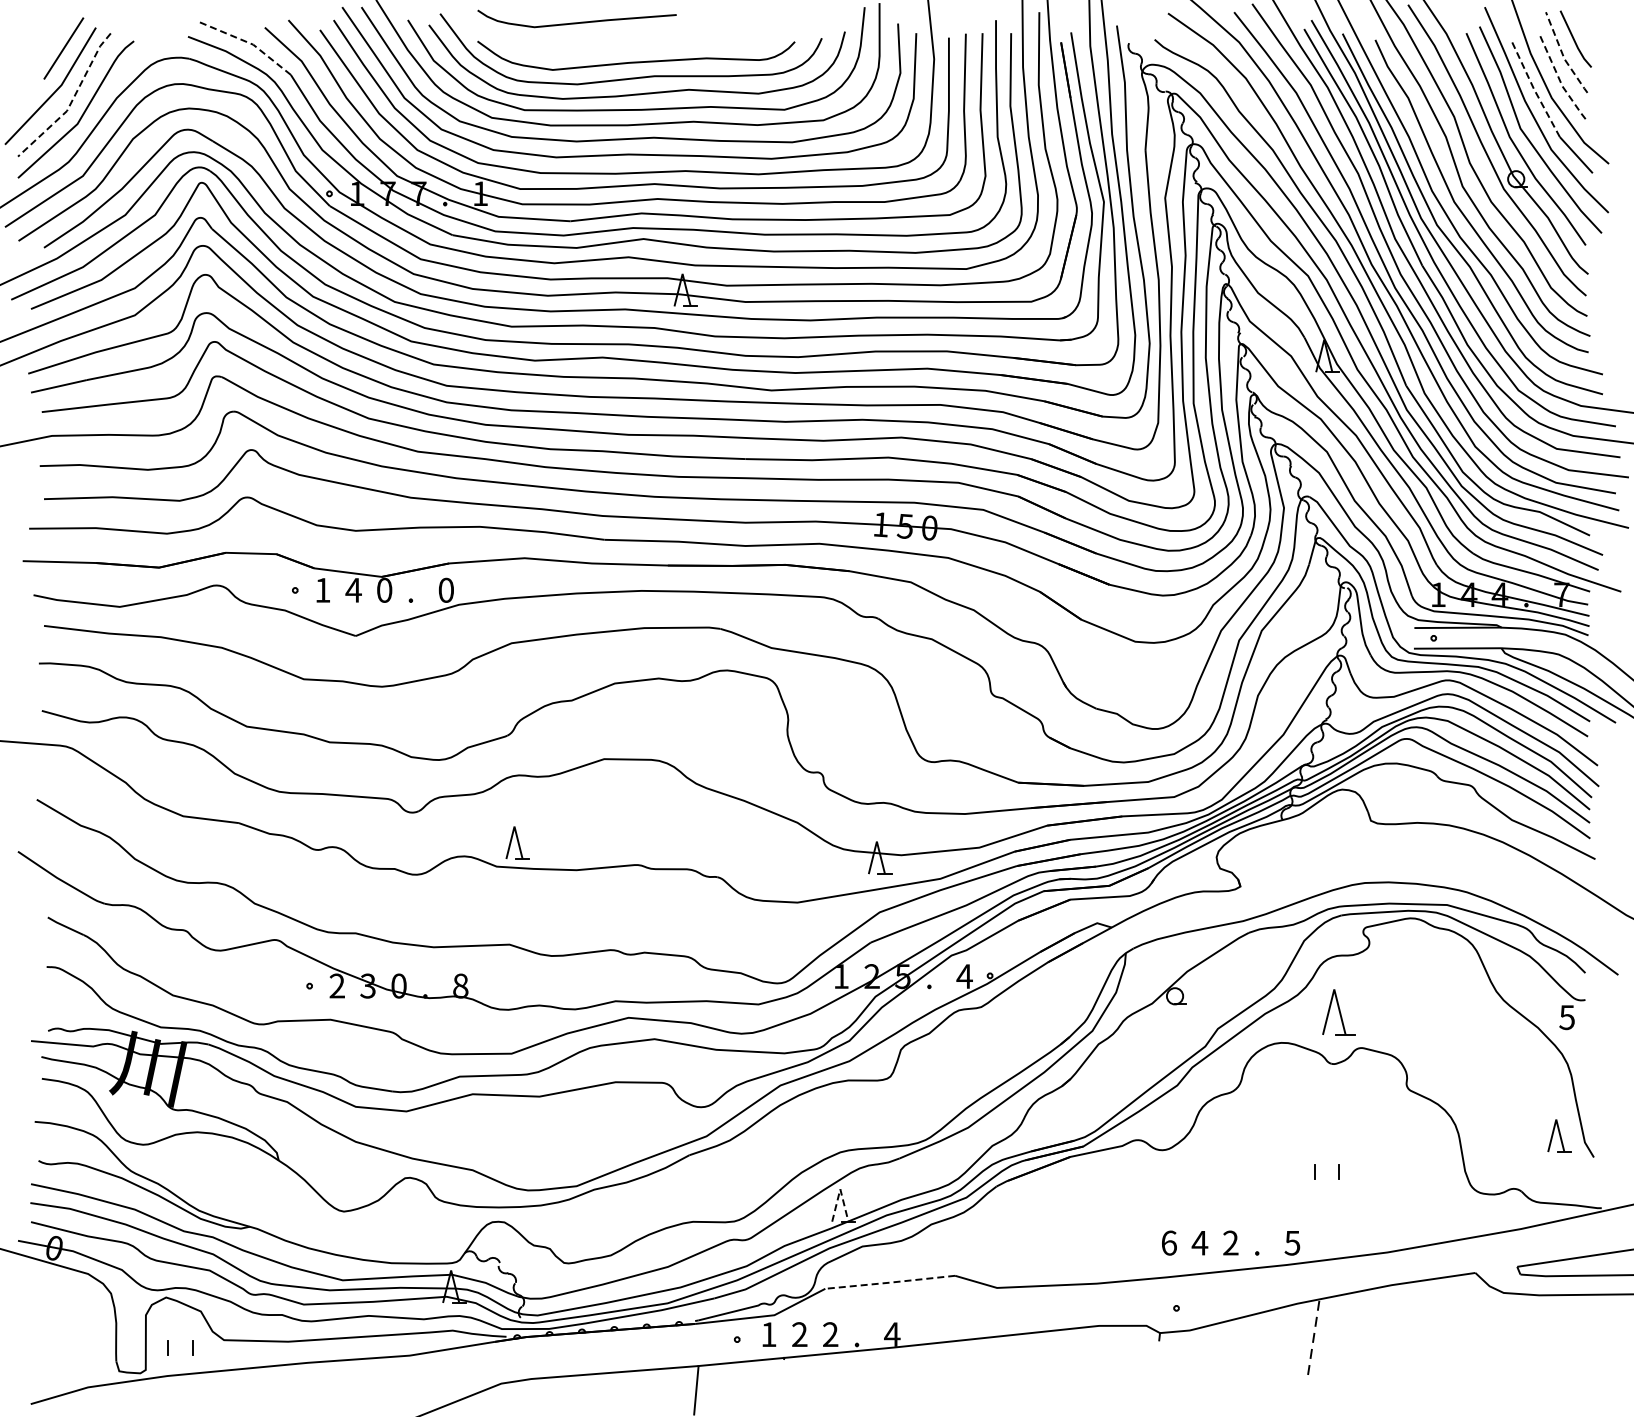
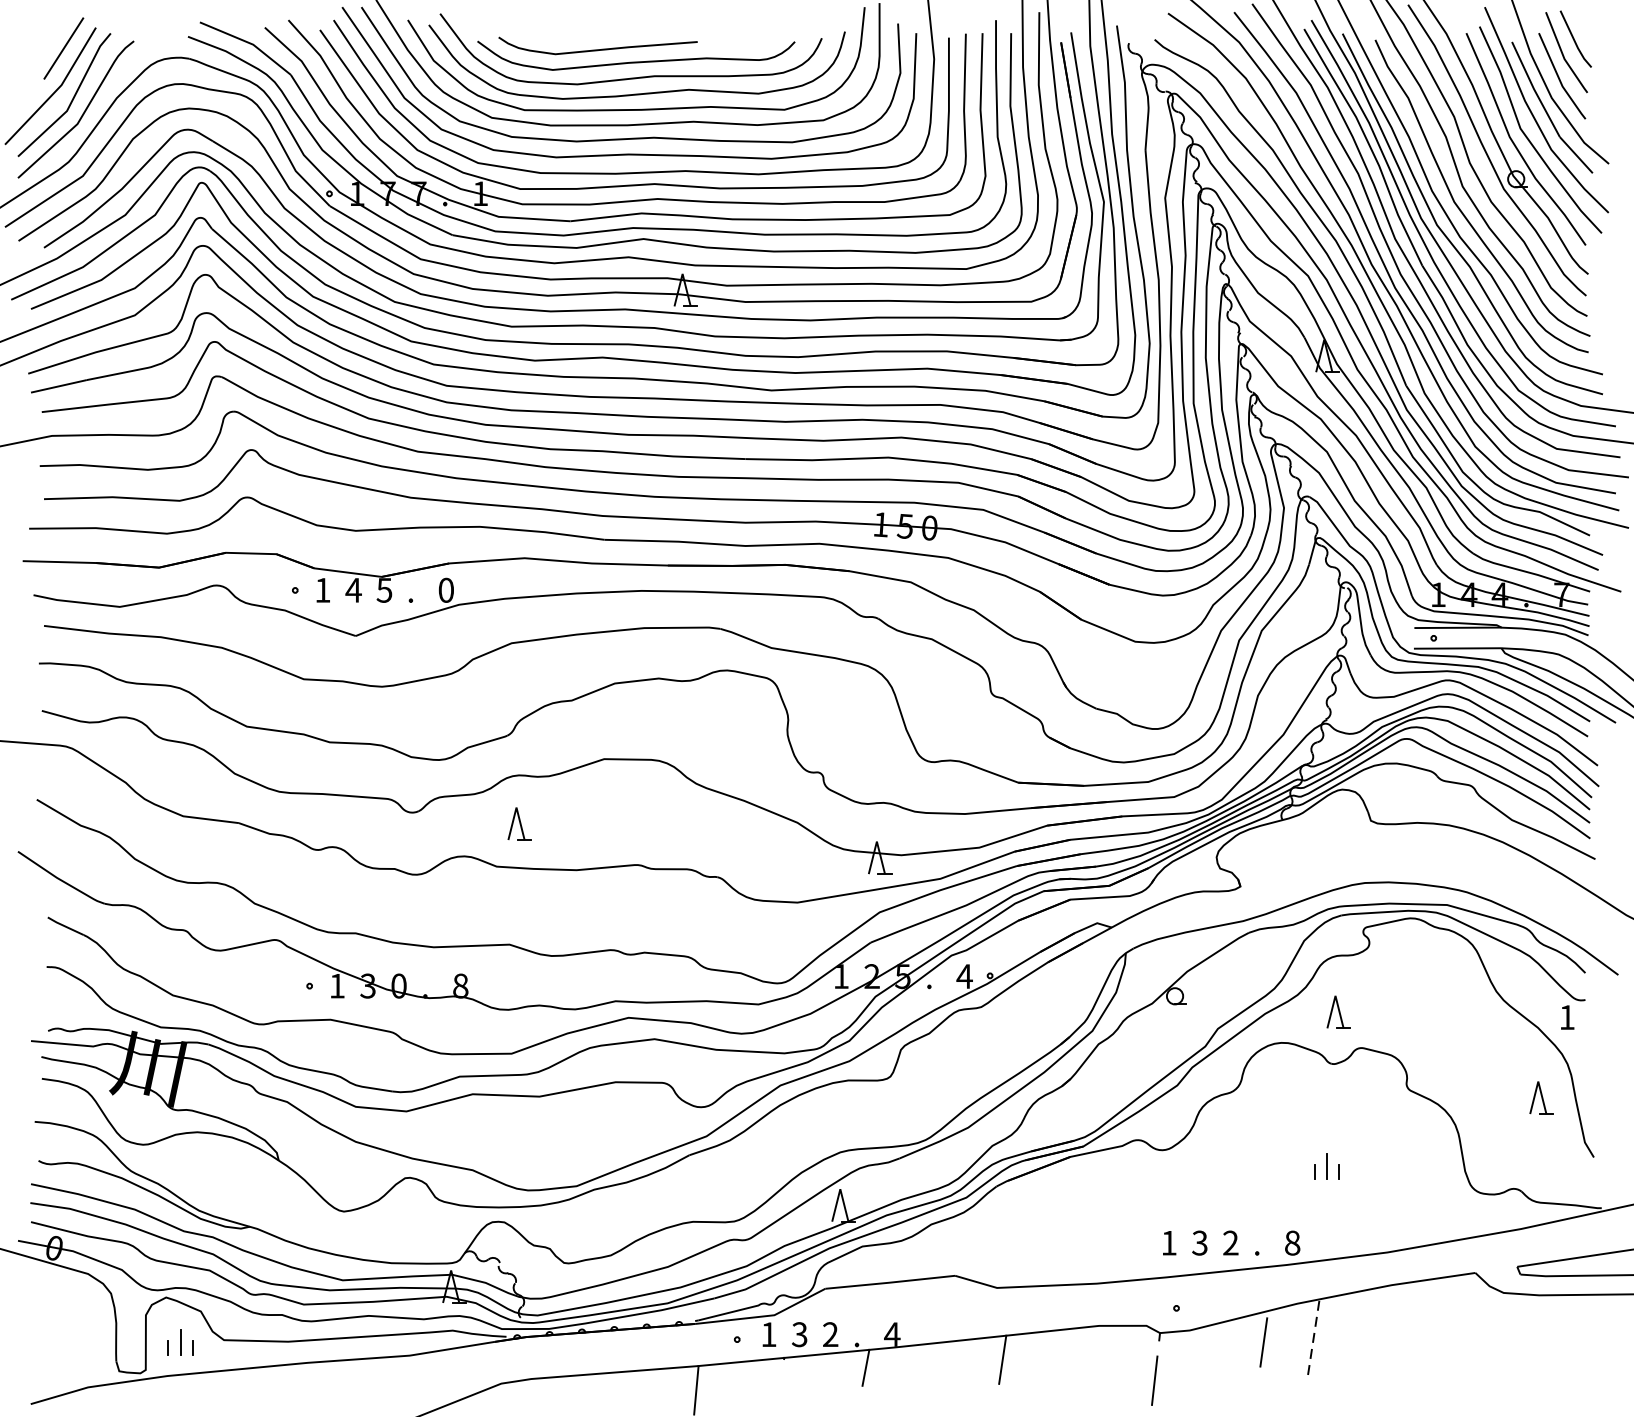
curve at (576, 22) position: (576, 22) -> (597, 49)
line at (249, 43): dashed -> solid
line at (1563, 55): dashed -> solid
line at (1559, 79): dashed -> solid
line at (1534, 89): dashed -> solid
line at (72, 101): dashed -> solid
text at (384, 589): 0 -> 5
part at (517, 842) position: (517, 842) -> (519, 823)
text at (336, 985): 2 -> 1
part at (1338, 1012) size: 34x47 px -> 25x34 px
text at (1566, 1017): 5 -> 1
part at (1559, 1135) position: (1559, 1135) -> (1541, 1097)
line at (1327, 1166): none -> present
line at (840, 1189): dashed -> solid
text at (1169, 1242): 6 -> 1
text at (1199, 1242): 4 -> 3
text at (1292, 1242): 5 -> 8
line at (889, 1282): dashed -> solid
text at (799, 1334): 2 -> 3
line at (180, 1342): none -> present
line at (1263, 1342): none -> present
line at (1002, 1359): none -> present
line at (865, 1367): none -> present
line at (1154, 1380): none -> present
